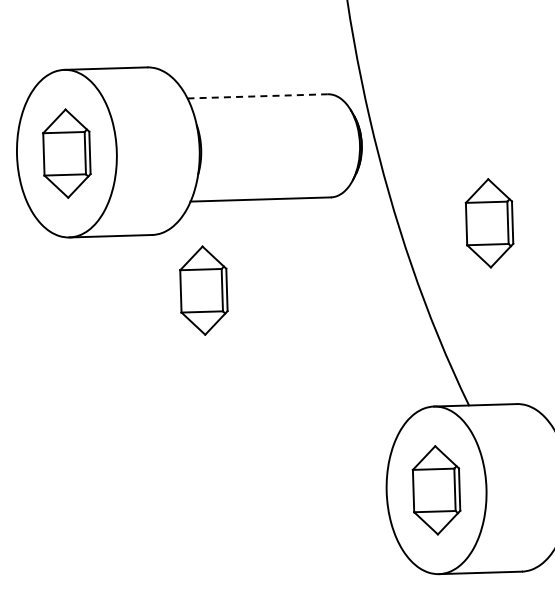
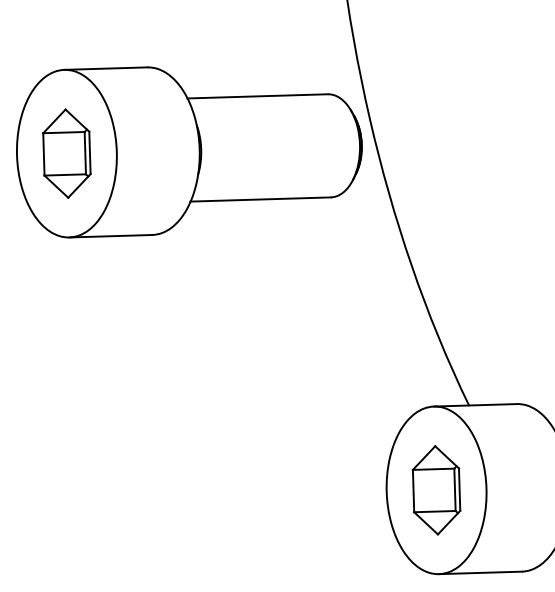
line at (258, 96): dashed -> solid
part at (489, 223): present -> none
part at (203, 290): present -> none
